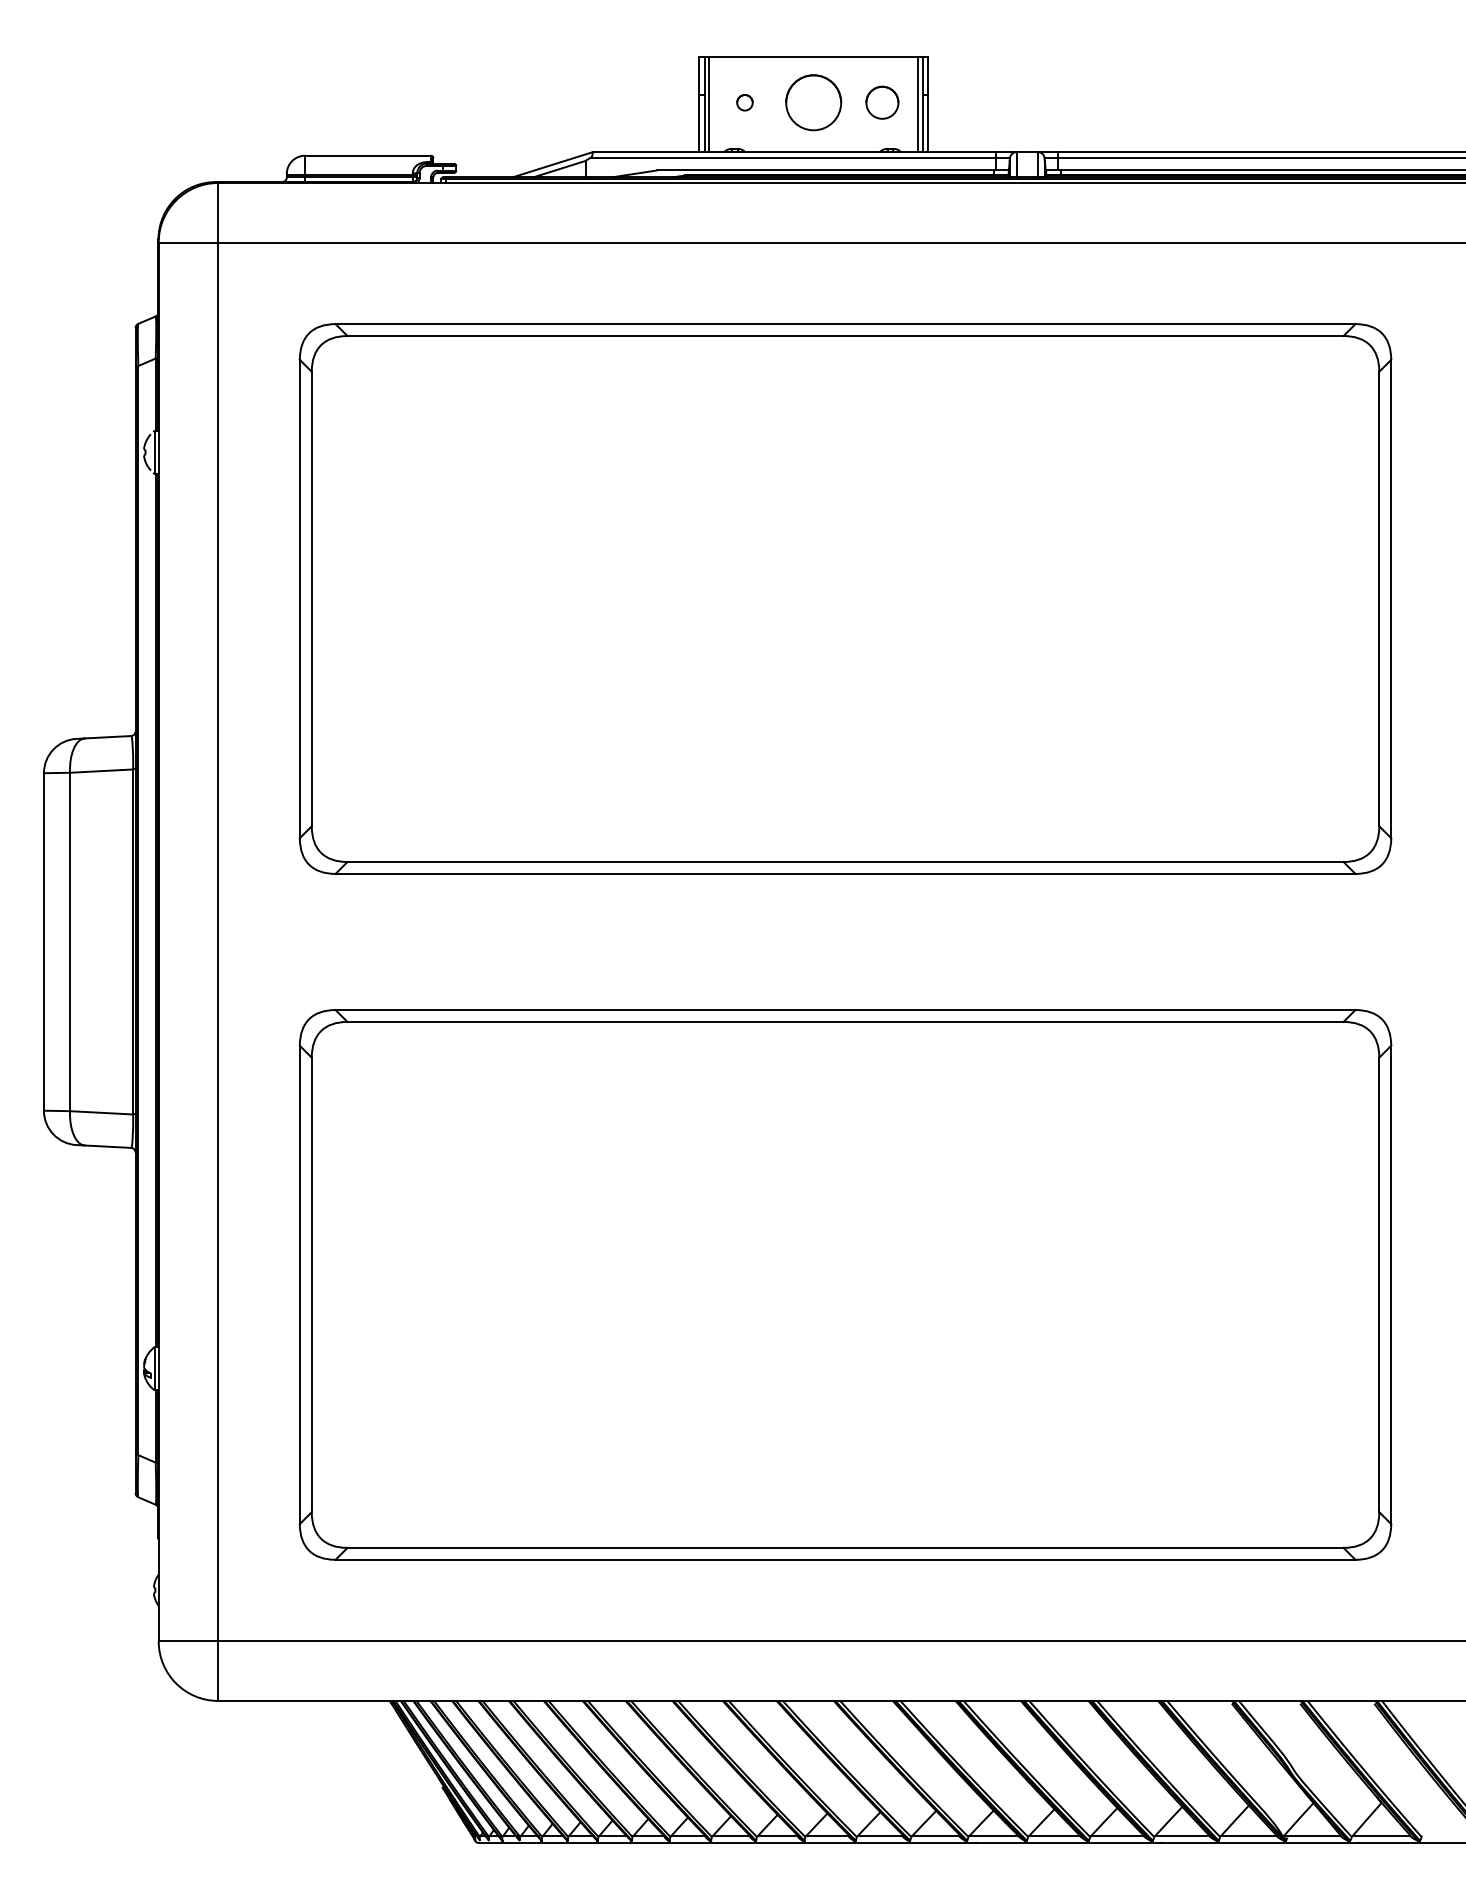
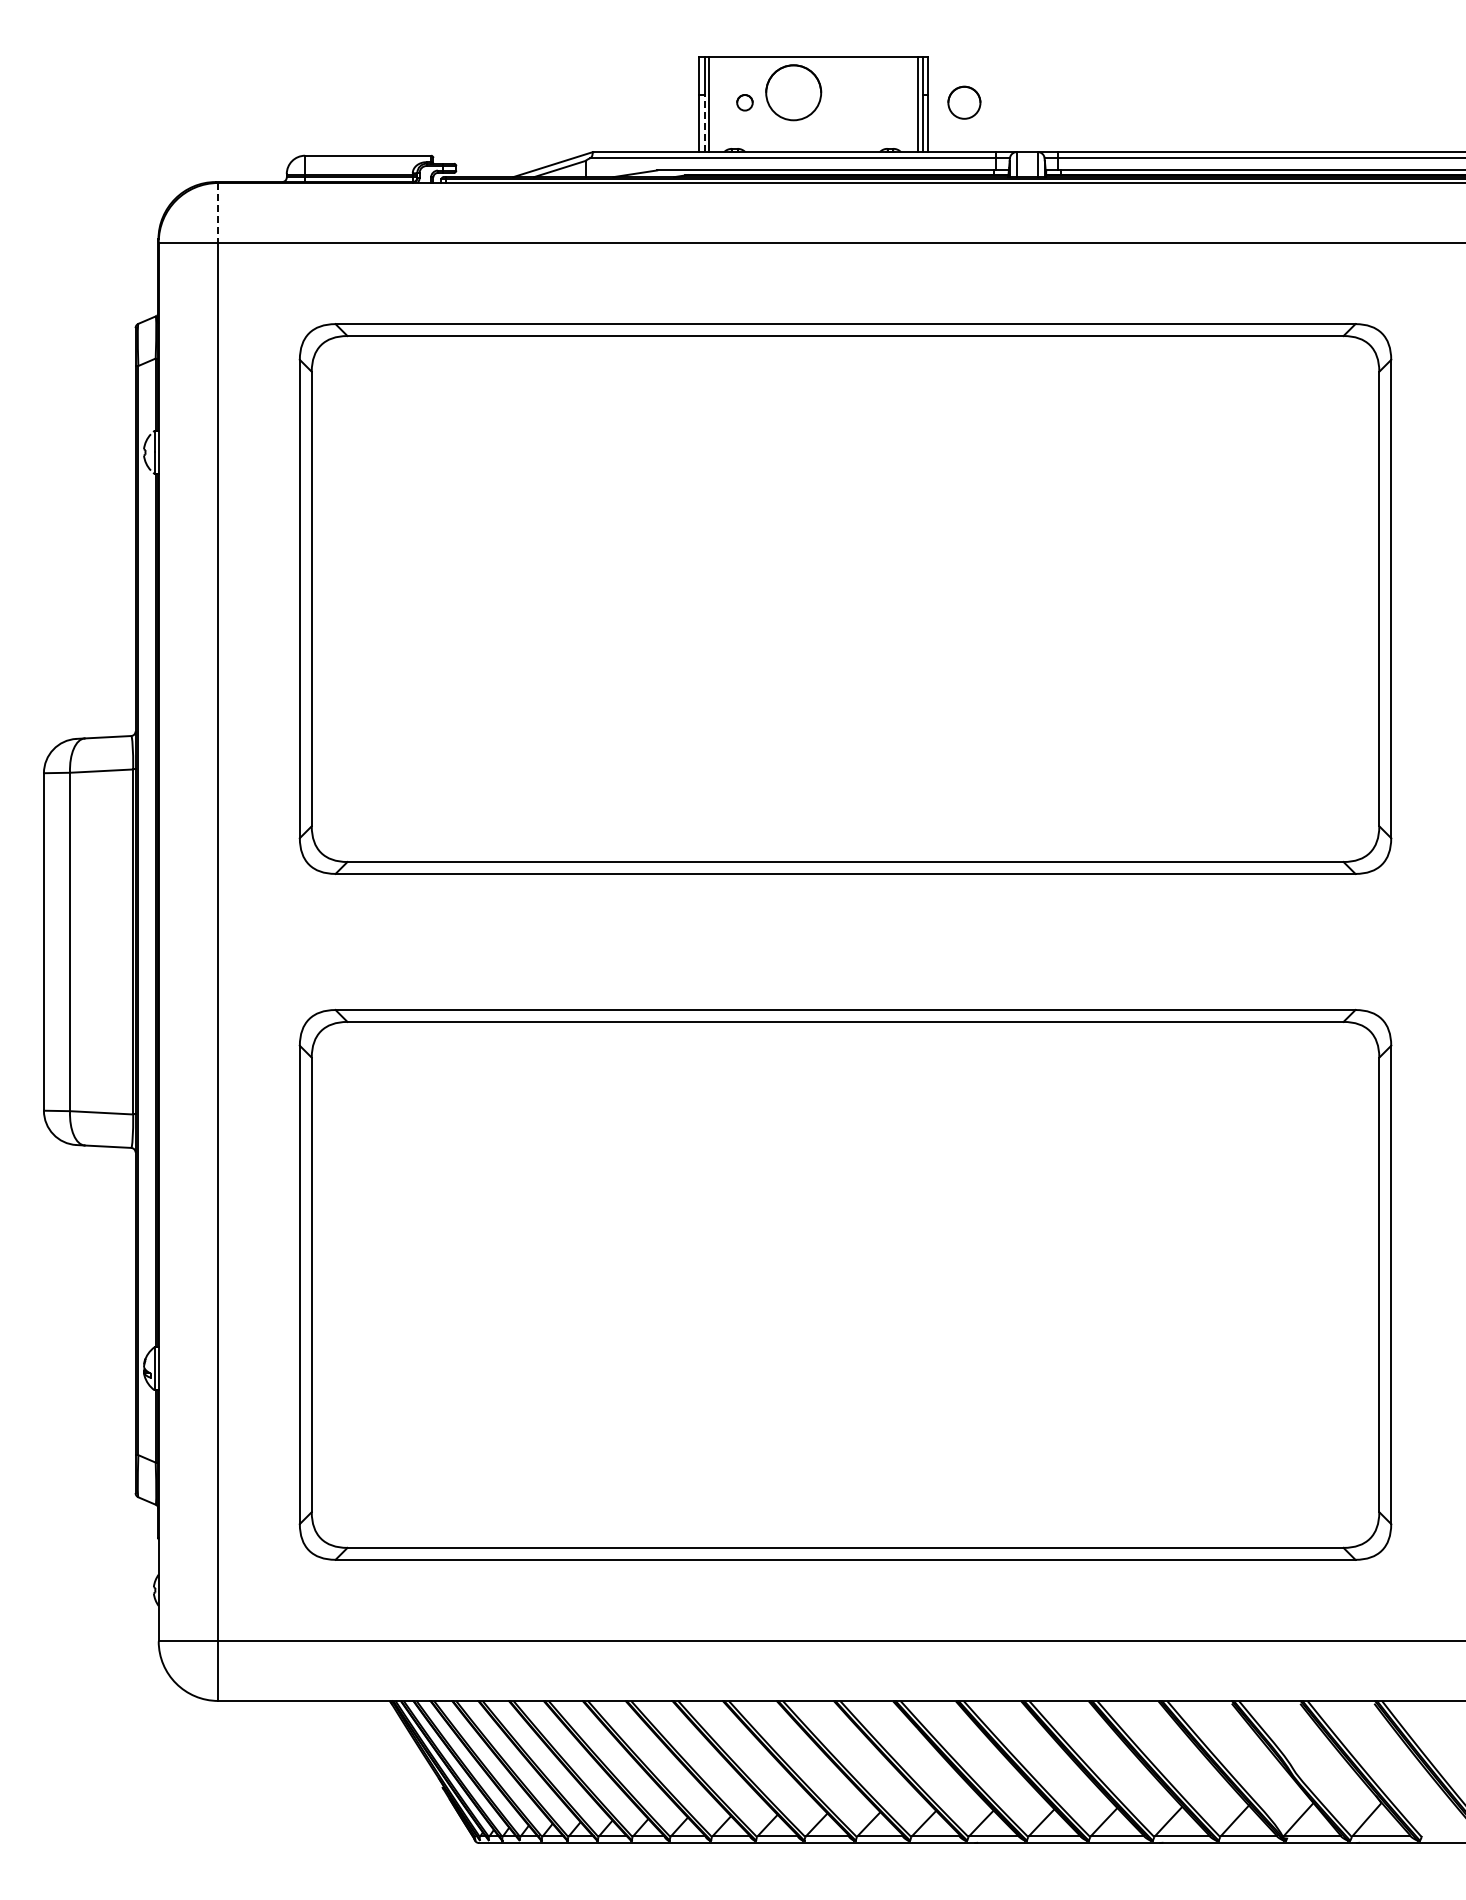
part at (813, 102) position: (813, 102) -> (793, 92)
circle at (882, 102) position: (882, 102) -> (964, 102)
line at (704, 123): solid -> dashed
line at (218, 212): solid -> dashed
